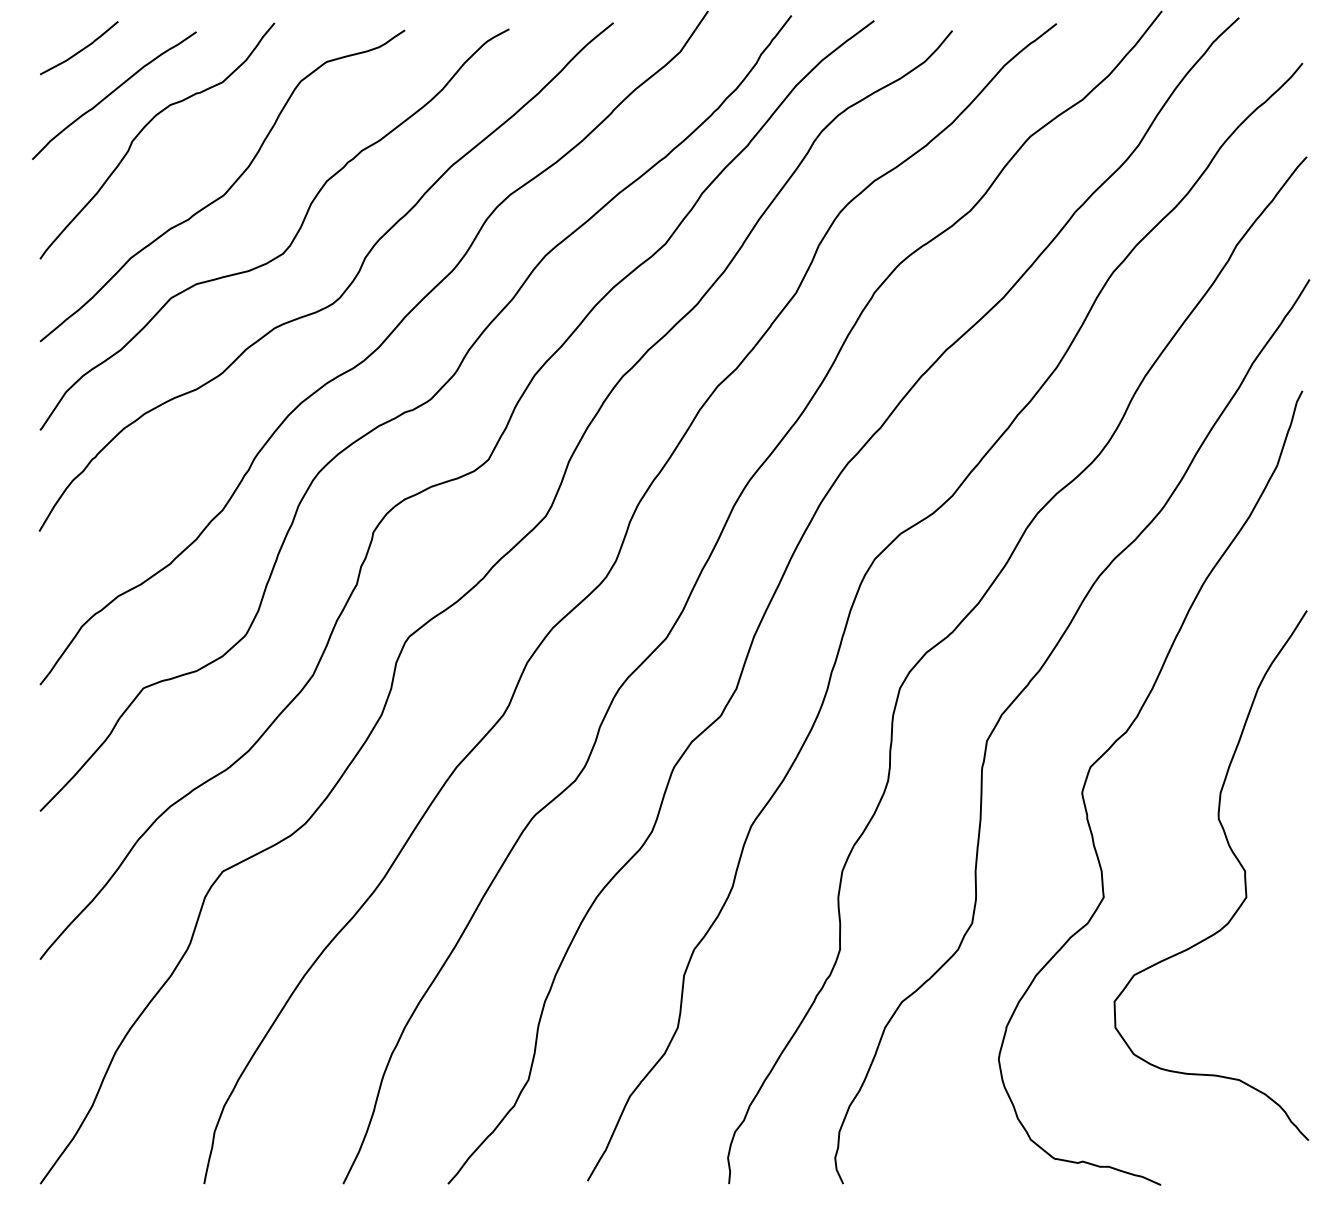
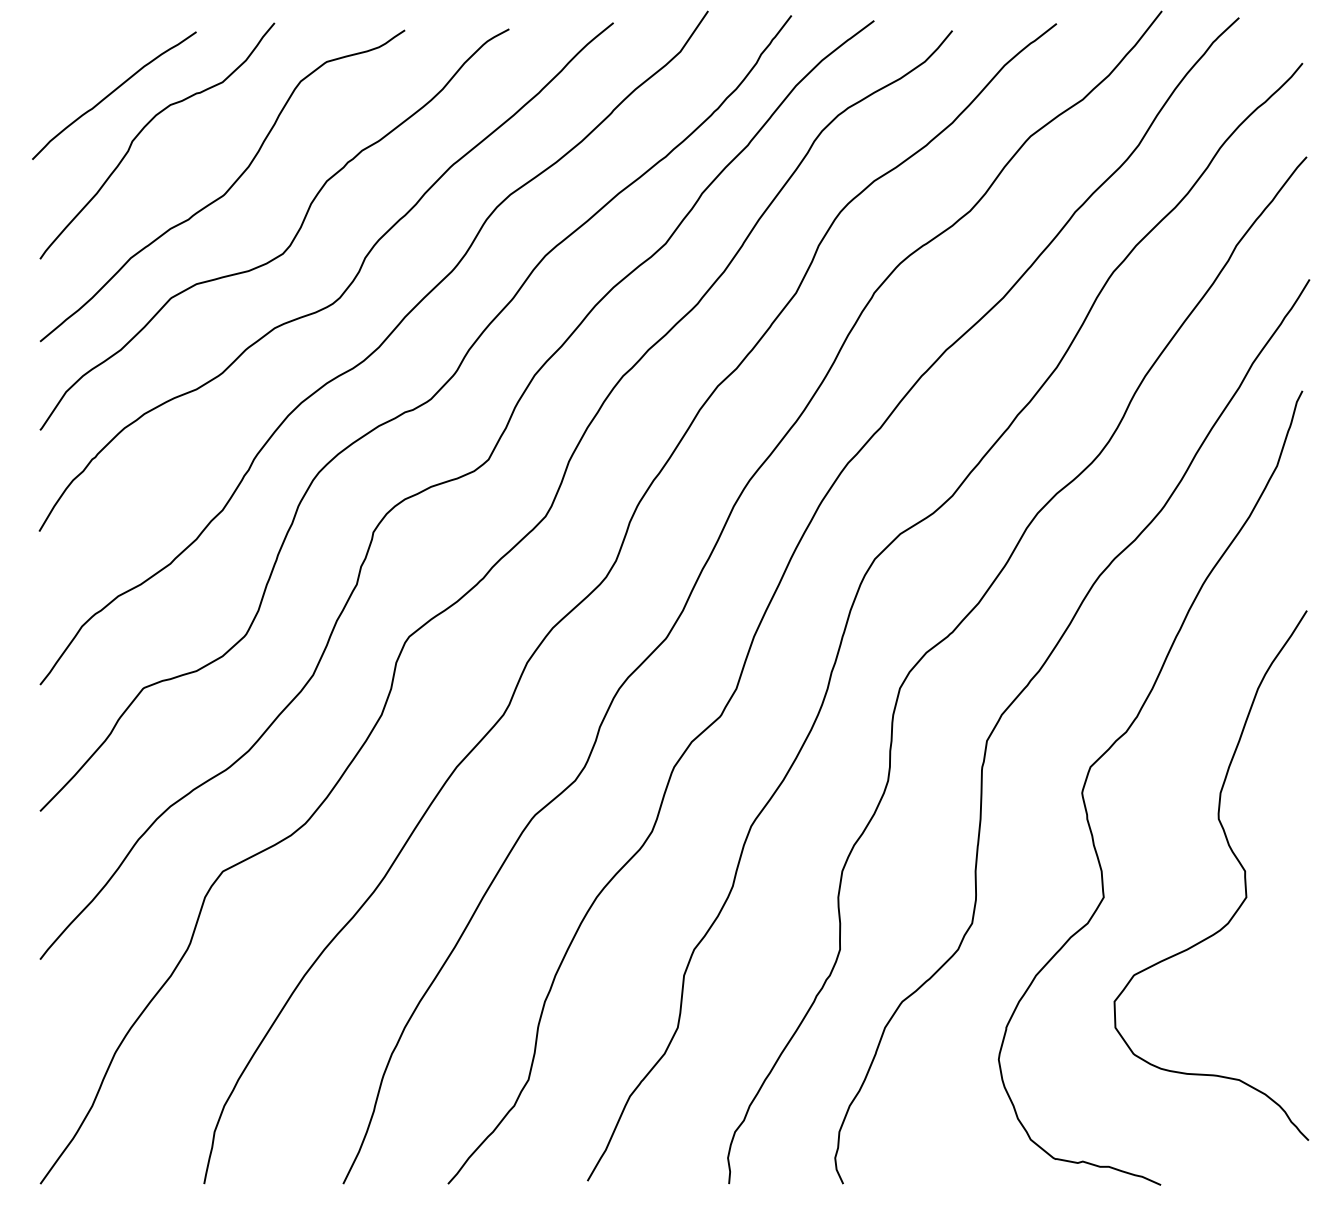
curve at (79, 50): present -> none
